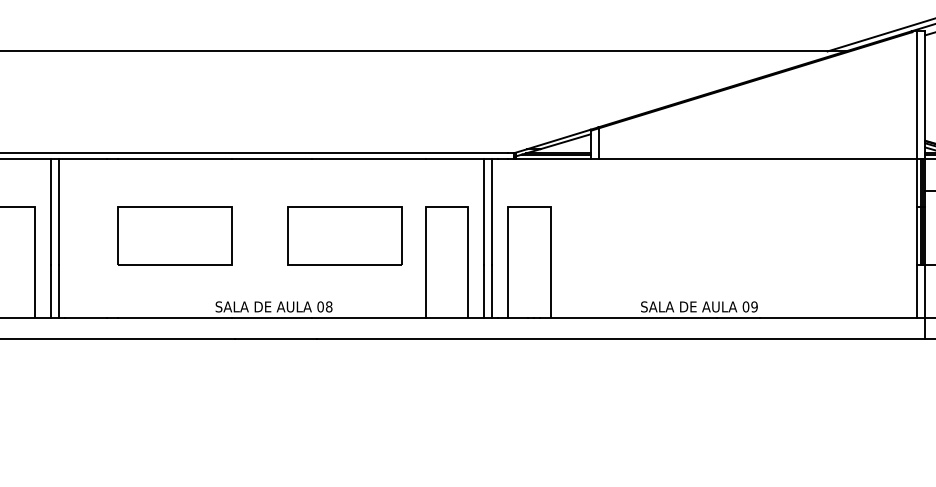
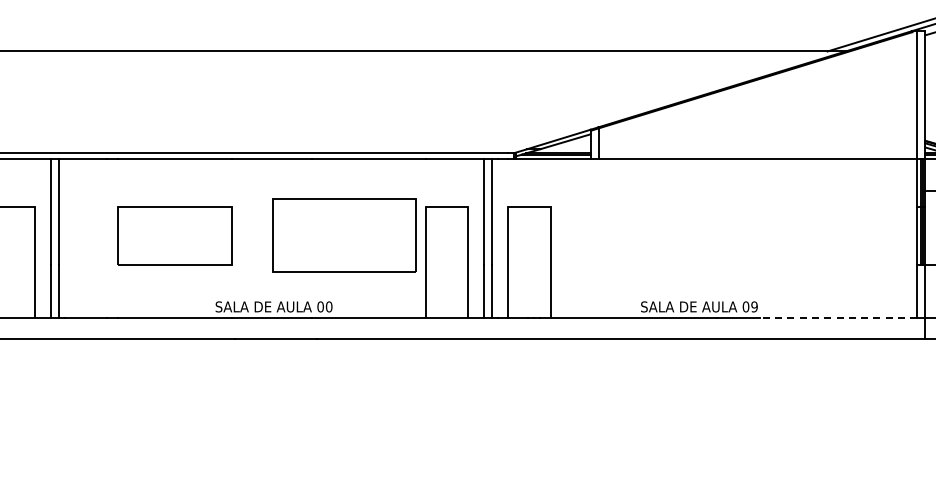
part at (344, 235) size: 116x60 px -> 145x75 px
text at (328, 306): 08 -> 00
line at (838, 318): solid -> dashed
